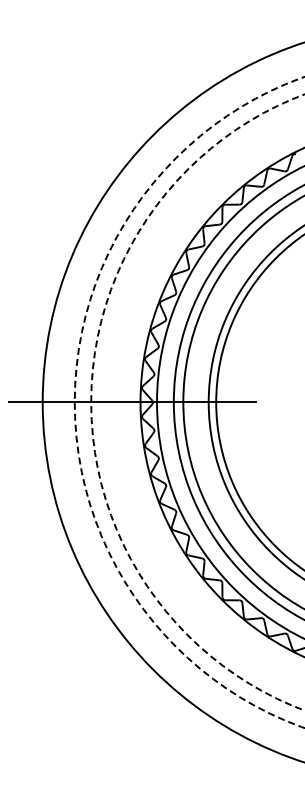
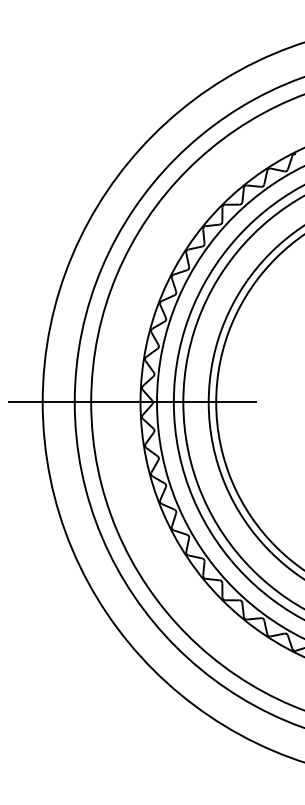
circle at (189, 402): dashed -> solid
circle at (197, 402): dashed -> solid
